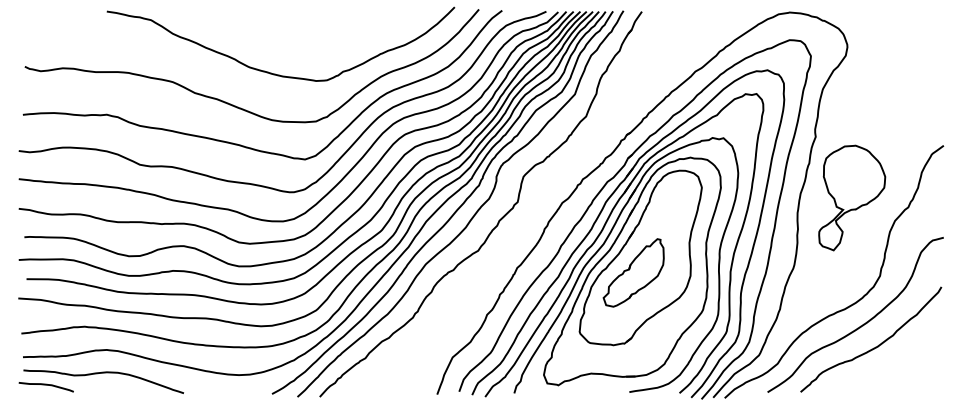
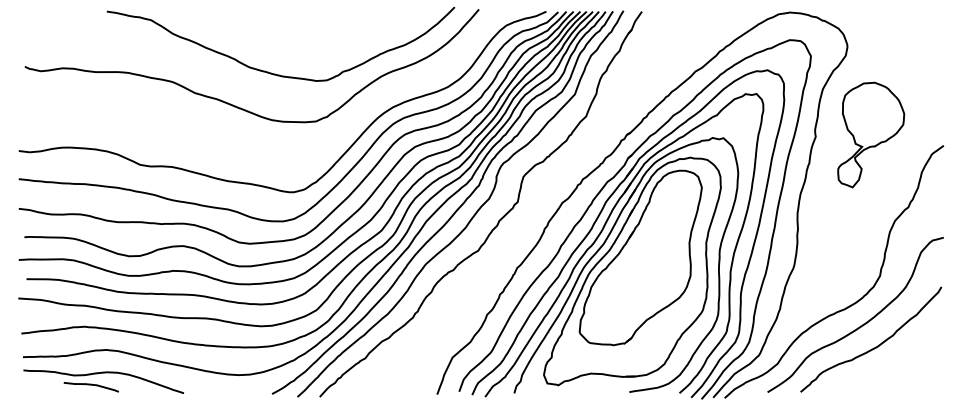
curve at (241, 144): present -> none
part at (852, 197) position: (852, 197) -> (871, 134)
part at (633, 272): present -> none
curve at (45, 385) position: (45, 385) -> (90, 385)
